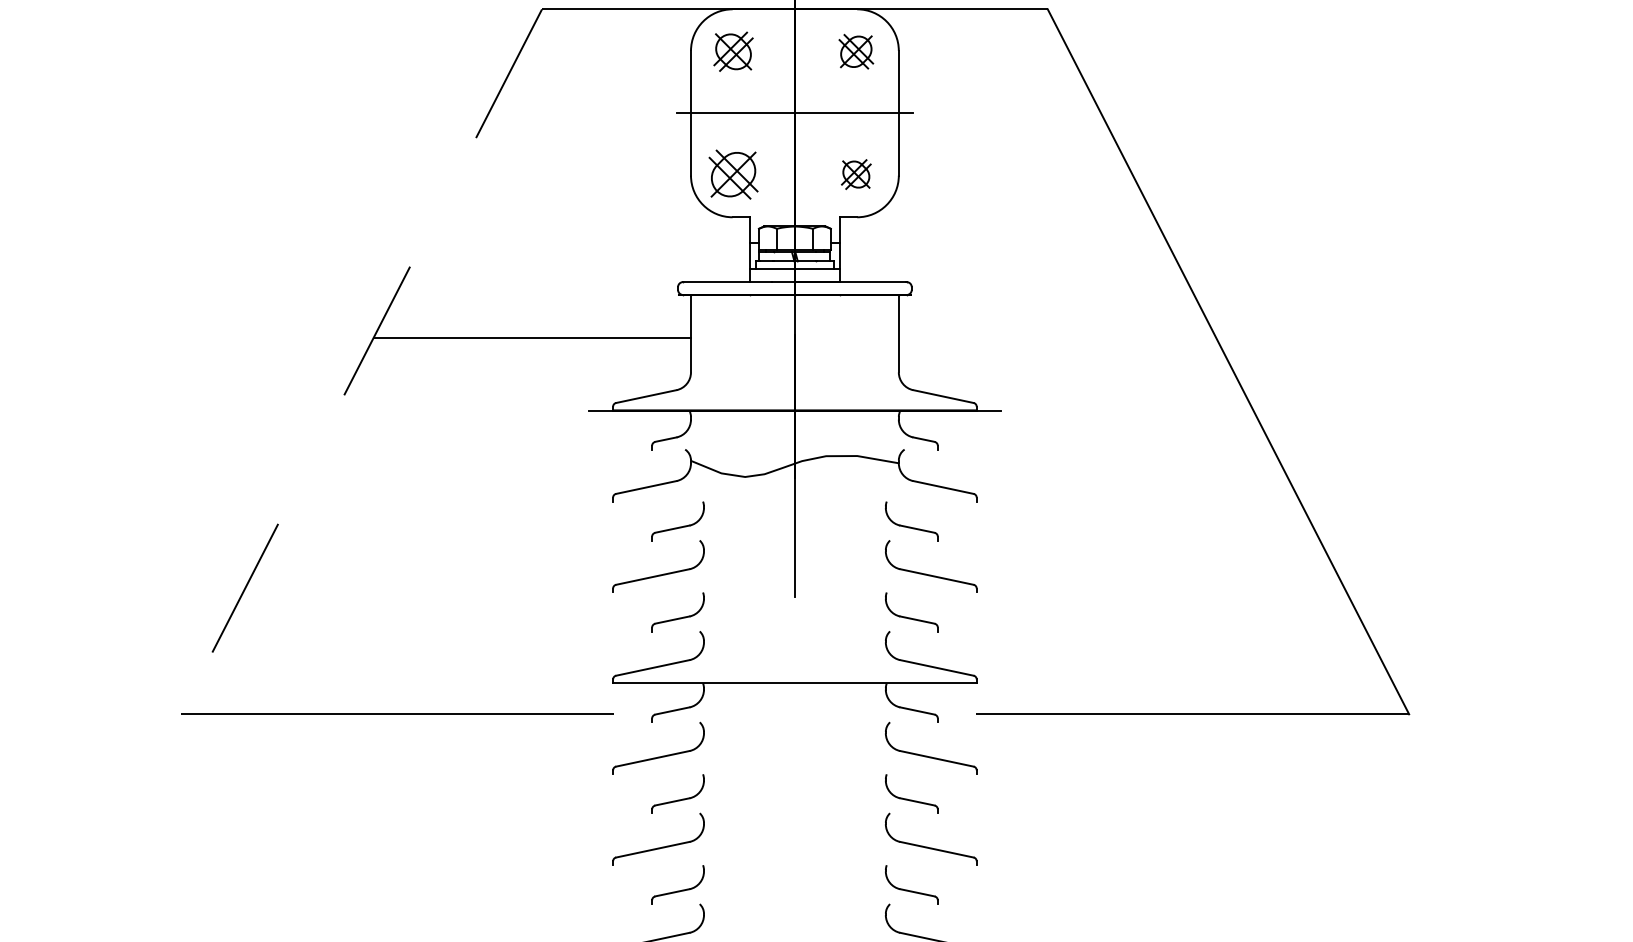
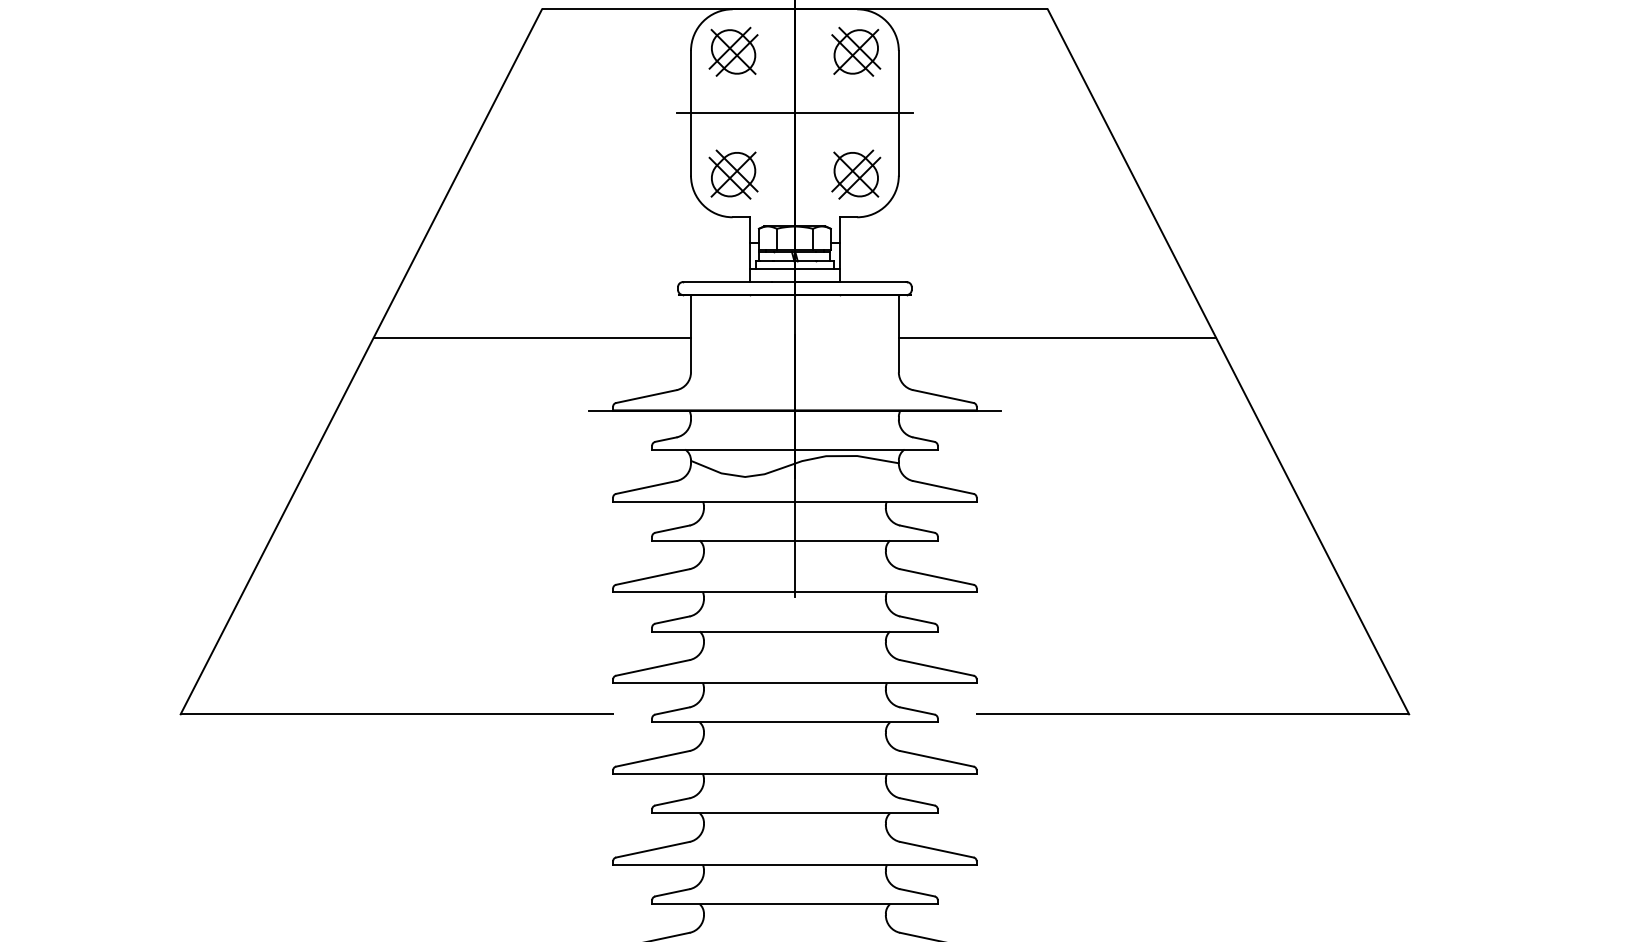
part at (733, 51) size: 41x41 px -> 51x51 px
part at (856, 51) size: 37x36 px -> 51x51 px
part at (856, 174) size: 31x31 px -> 51x51 px
line at (1057, 337): none -> present
line at (361, 362): dashed -> solid
line at (794, 449): none -> present
line at (794, 501): none -> present
line at (794, 540): none -> present
line at (794, 592): none -> present
line at (794, 631): none -> present
line at (794, 722): none -> present
line at (794, 774): none -> present
line at (794, 813): none -> present
line at (794, 865): none -> present
line at (794, 904): none -> present
